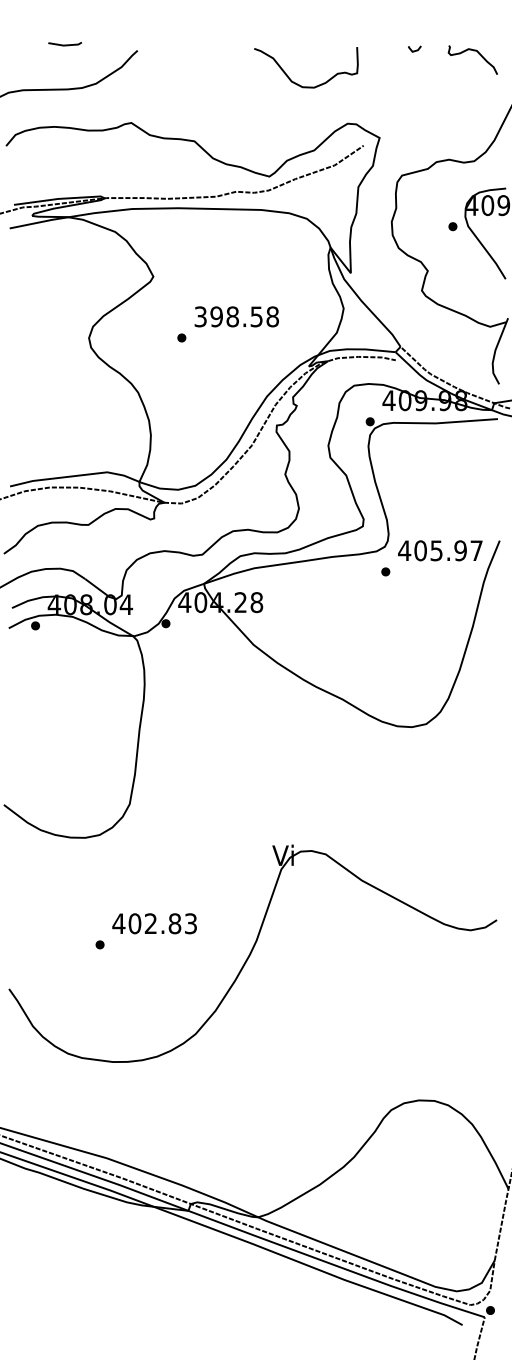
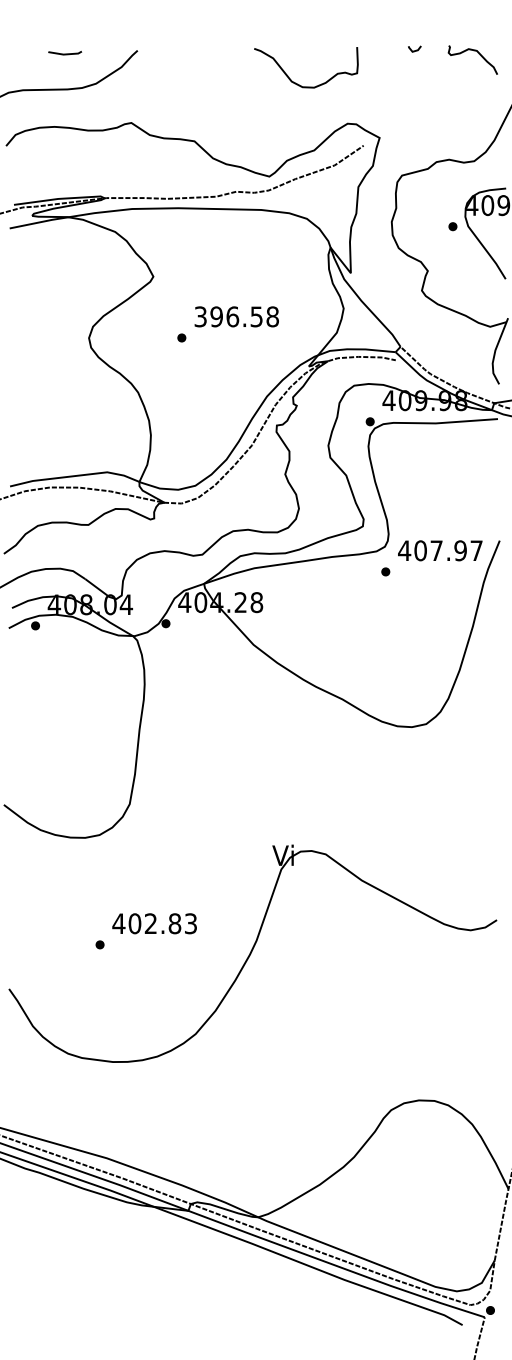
line at (65, 44) position: (65, 44) -> (65, 53)
text at (232, 316): 398.58 -> 396.58
text at (436, 550): 405.97 -> 407.97
